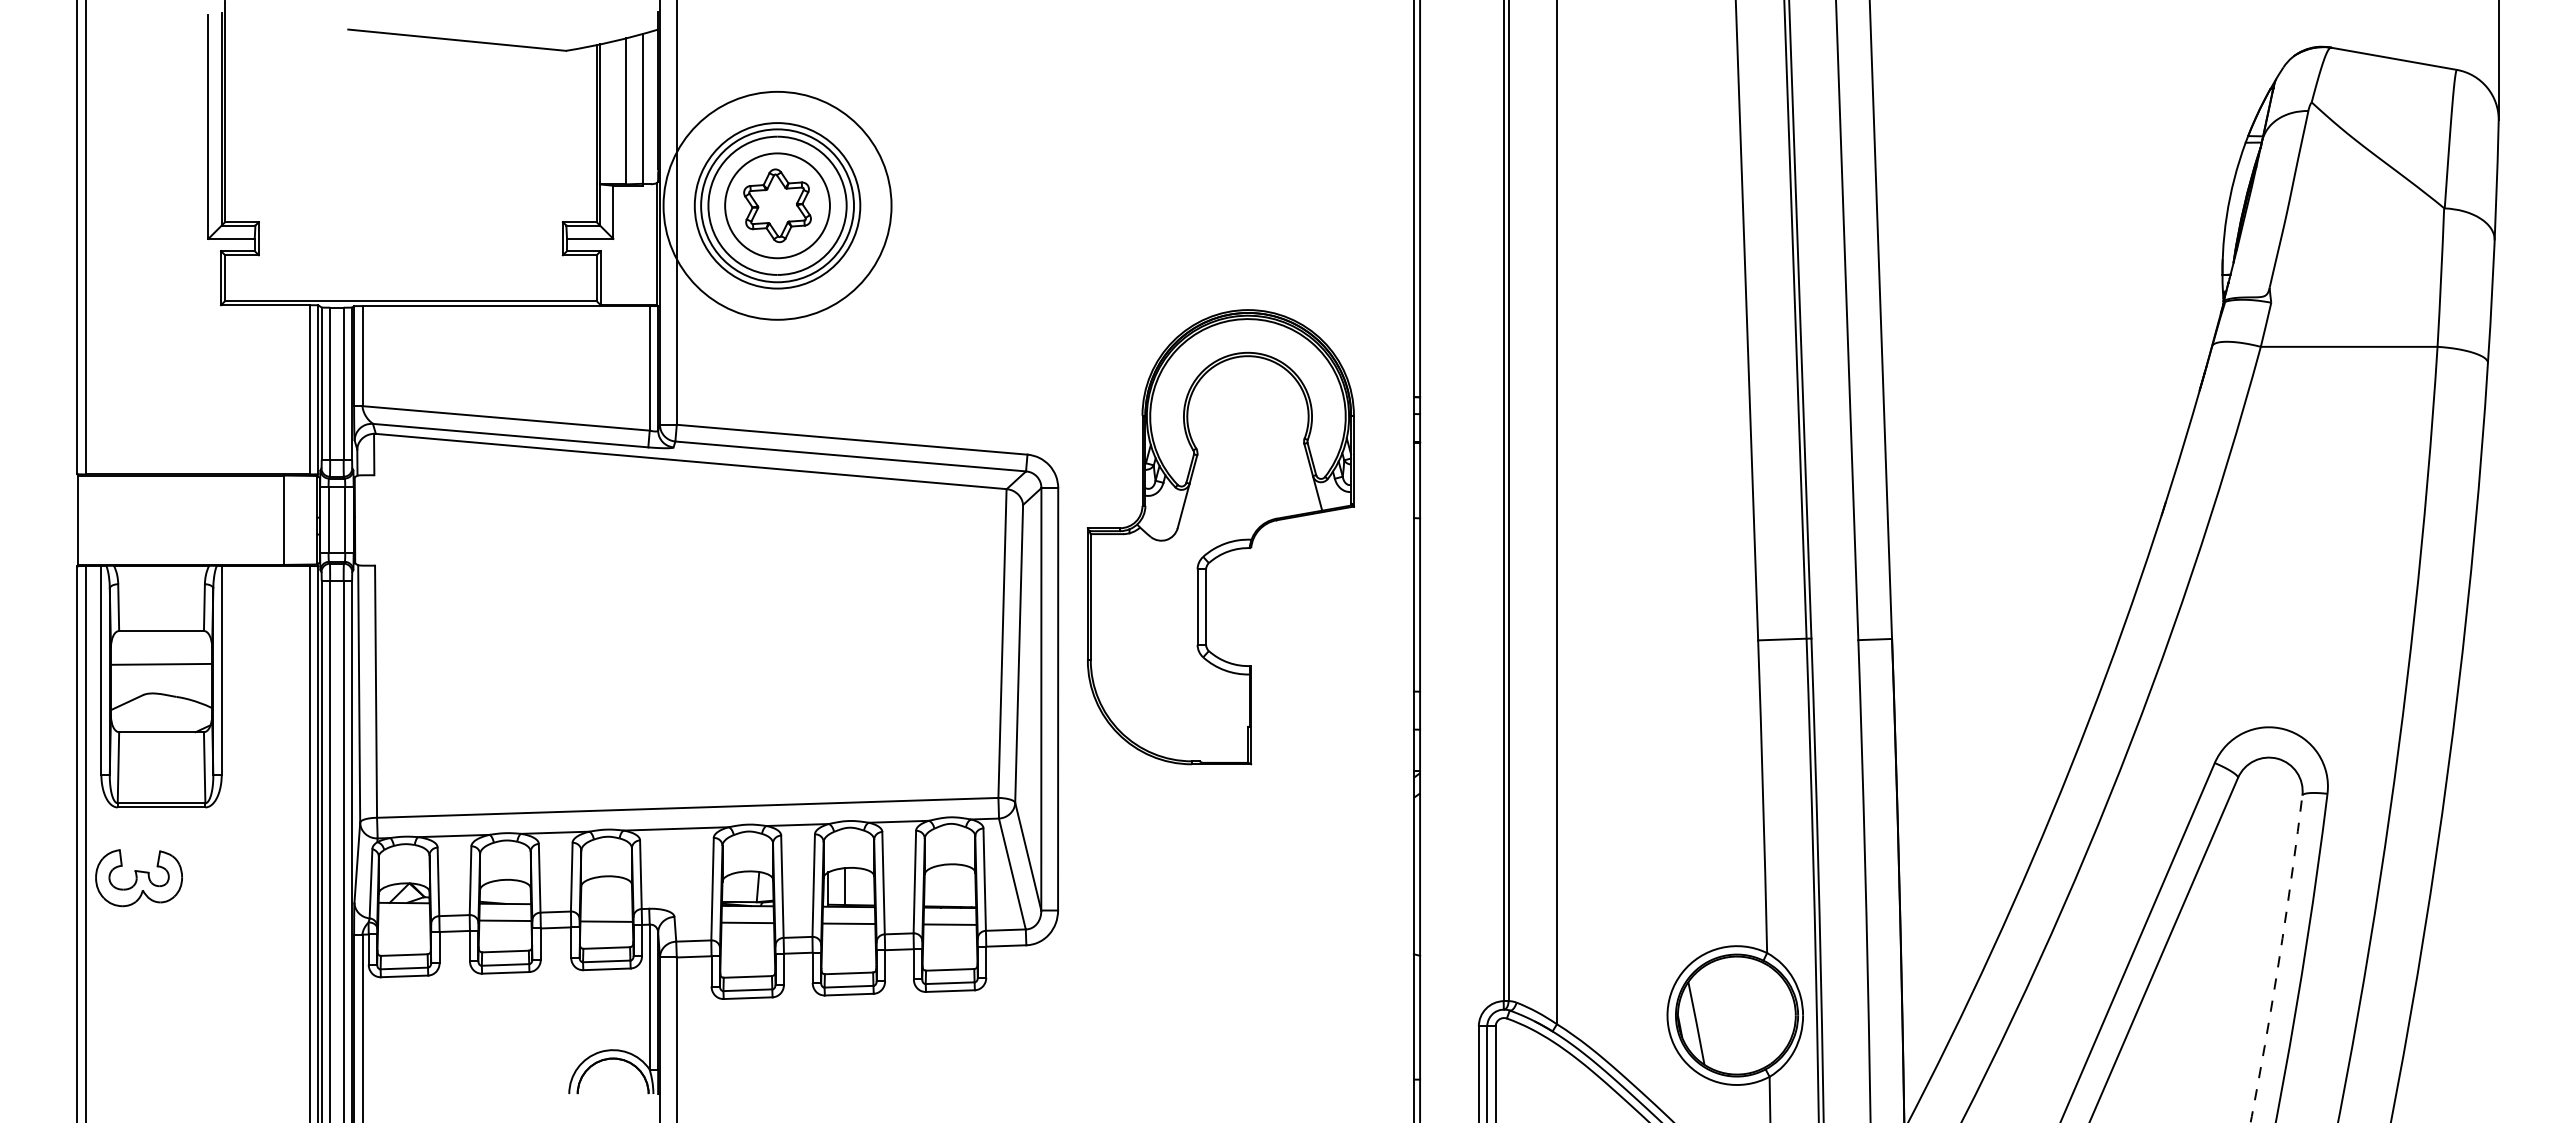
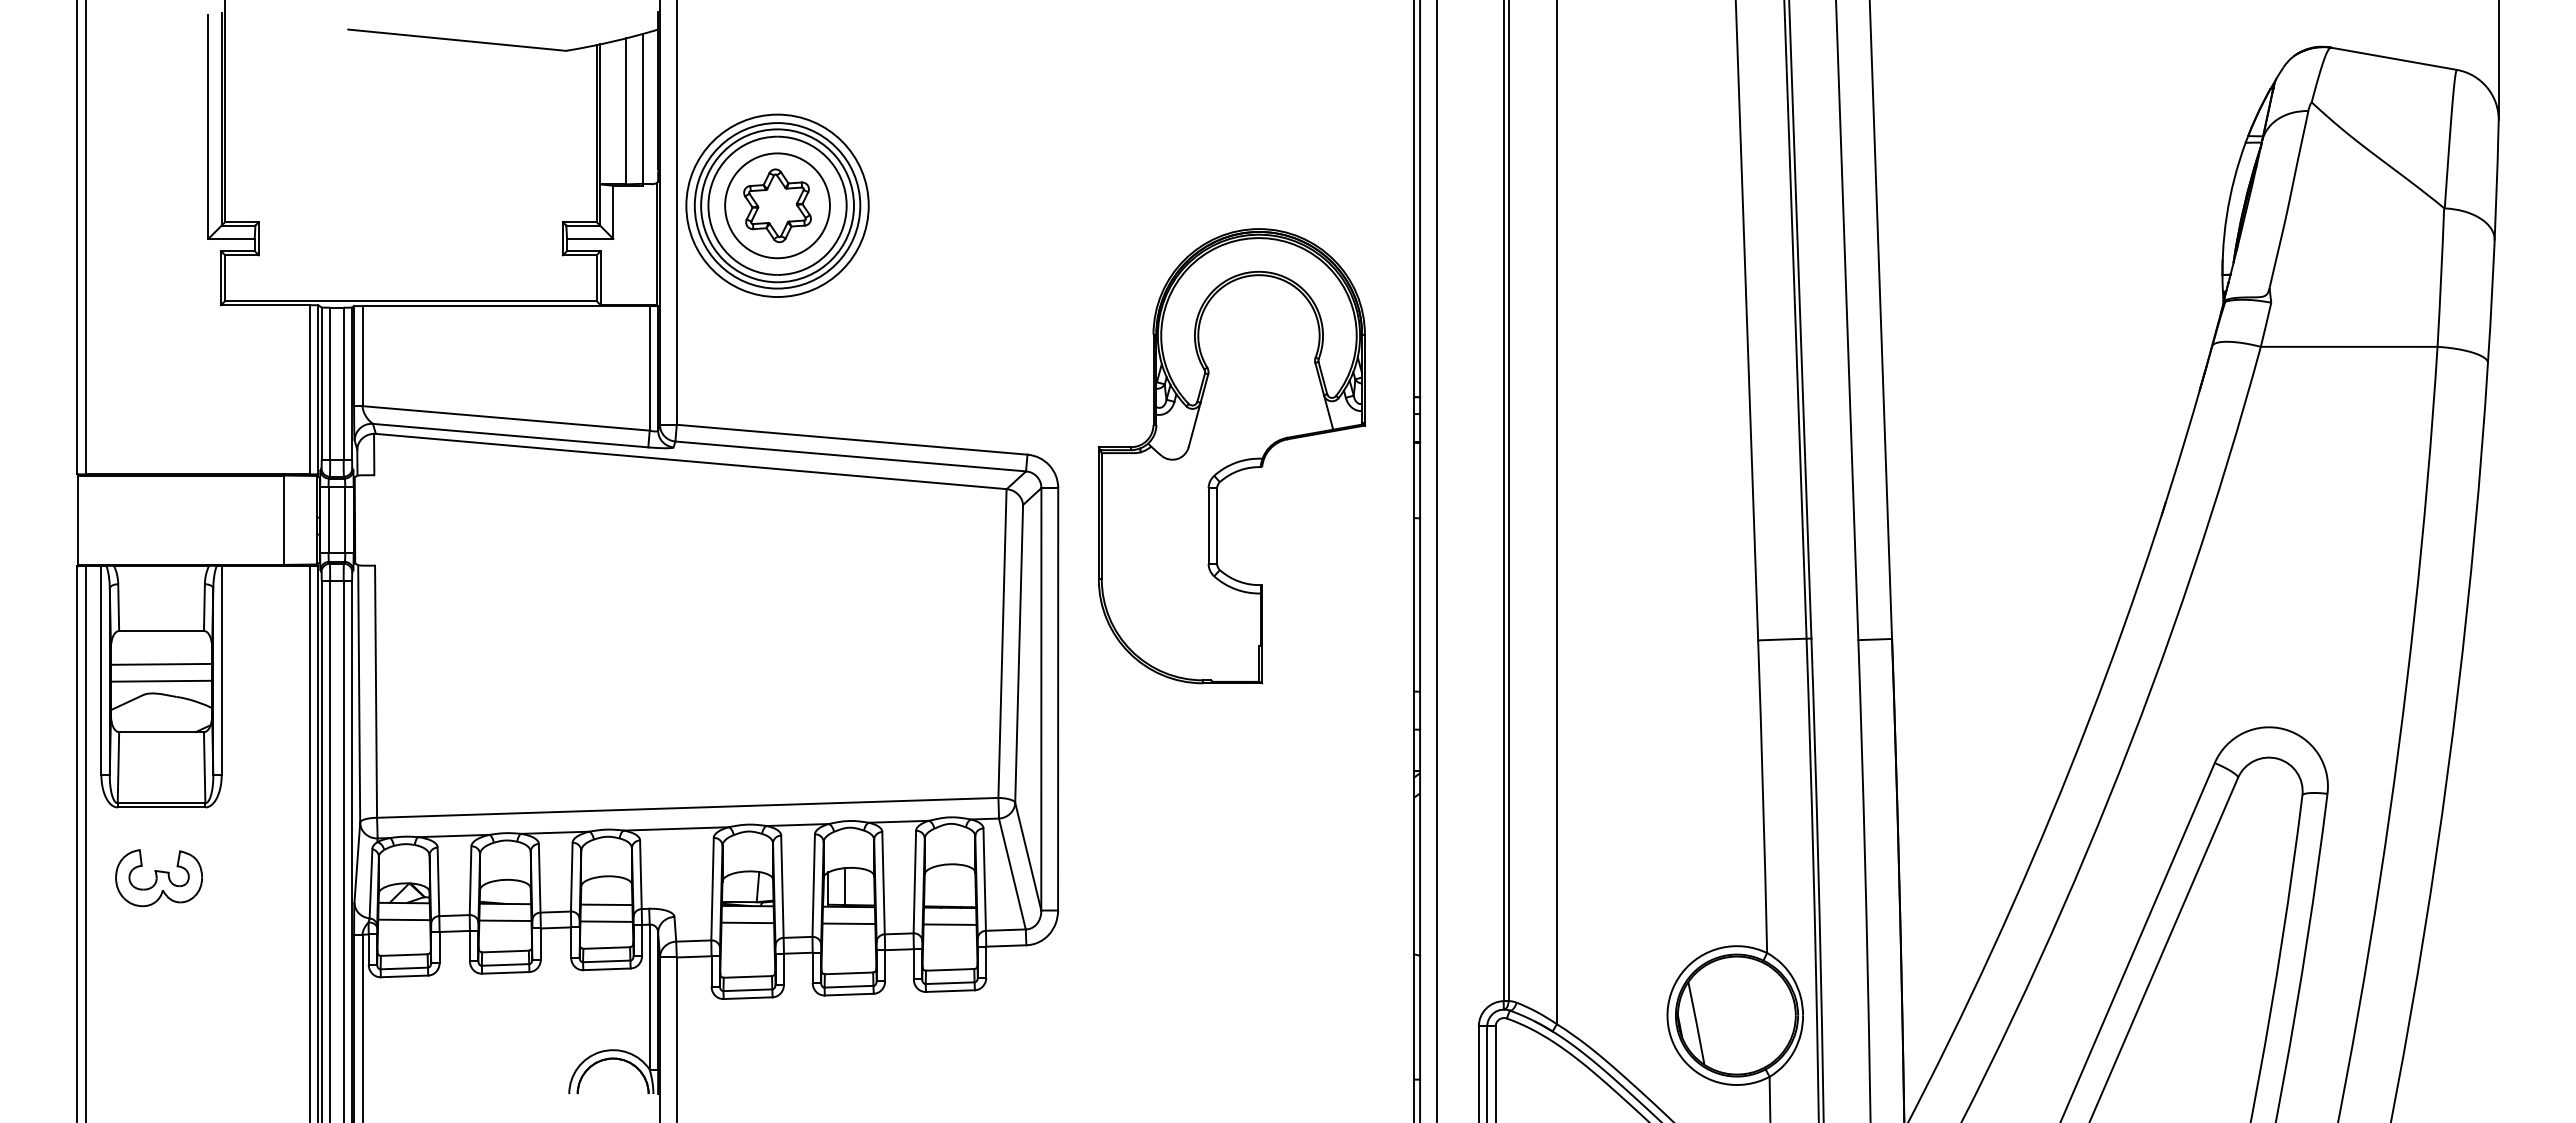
circle at (777, 205) diameter: 228 px -> 182 px
part at (1220, 537) position: (1220, 537) -> (1231, 456)
line at (1436, 560): none -> present
line at (161, 680): none -> present
part at (138, 878) position: (138, 878) -> (158, 878)
line at (606, 904): none -> present
line at (404, 919): none -> present
arc at (2279, 959): dashed -> solid
